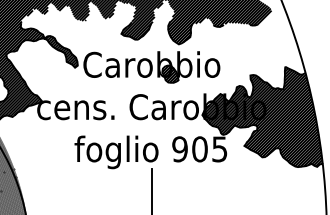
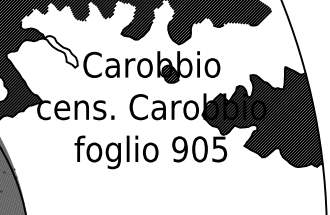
hatch at (61, 51): present -> none
line at (151, 190): present -> none
